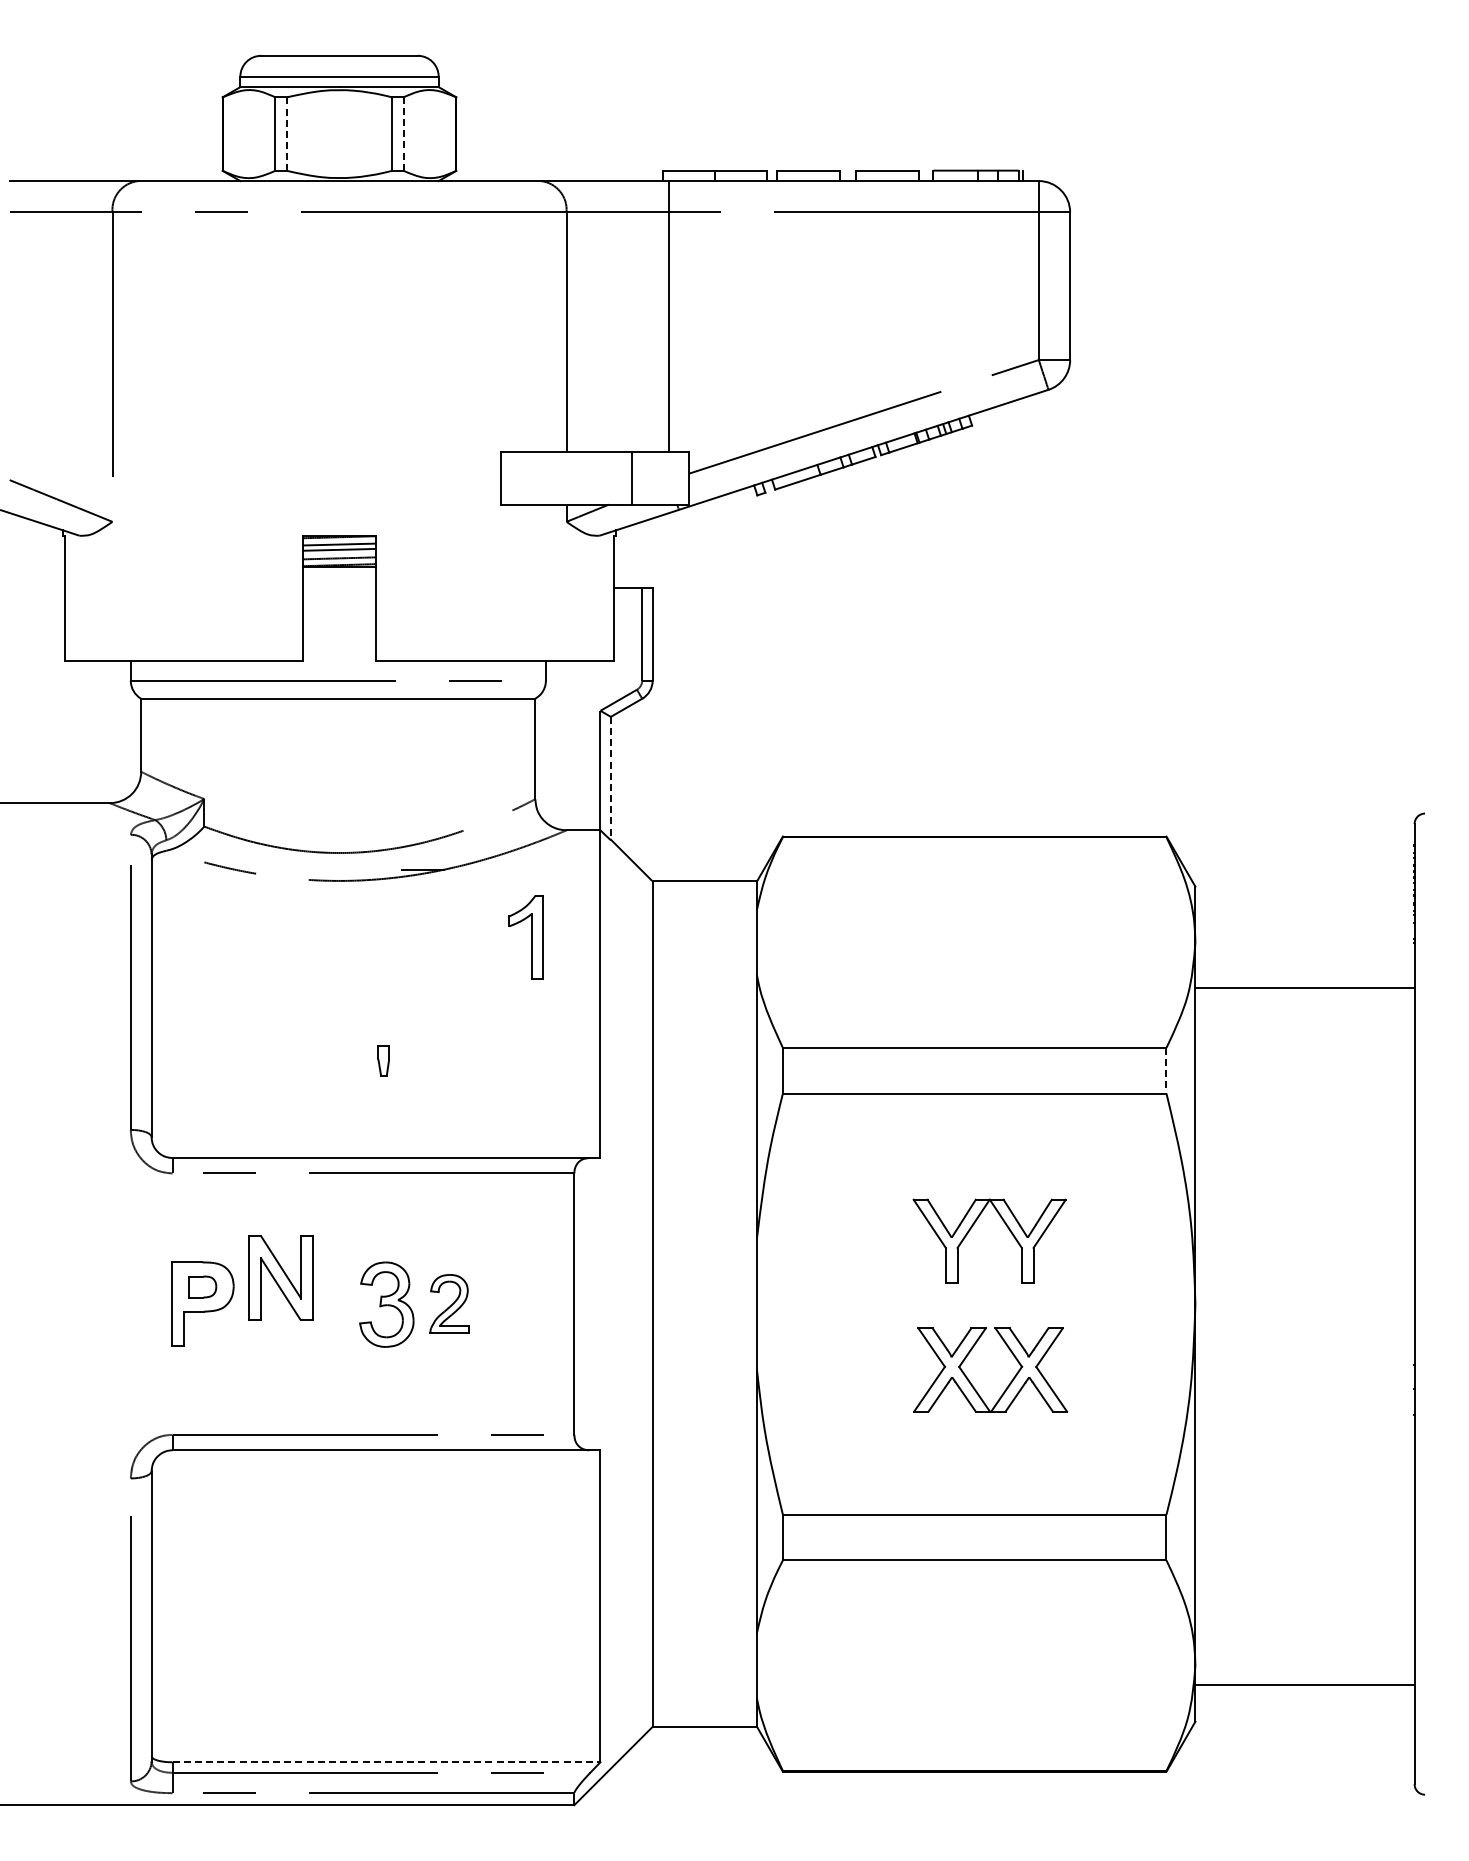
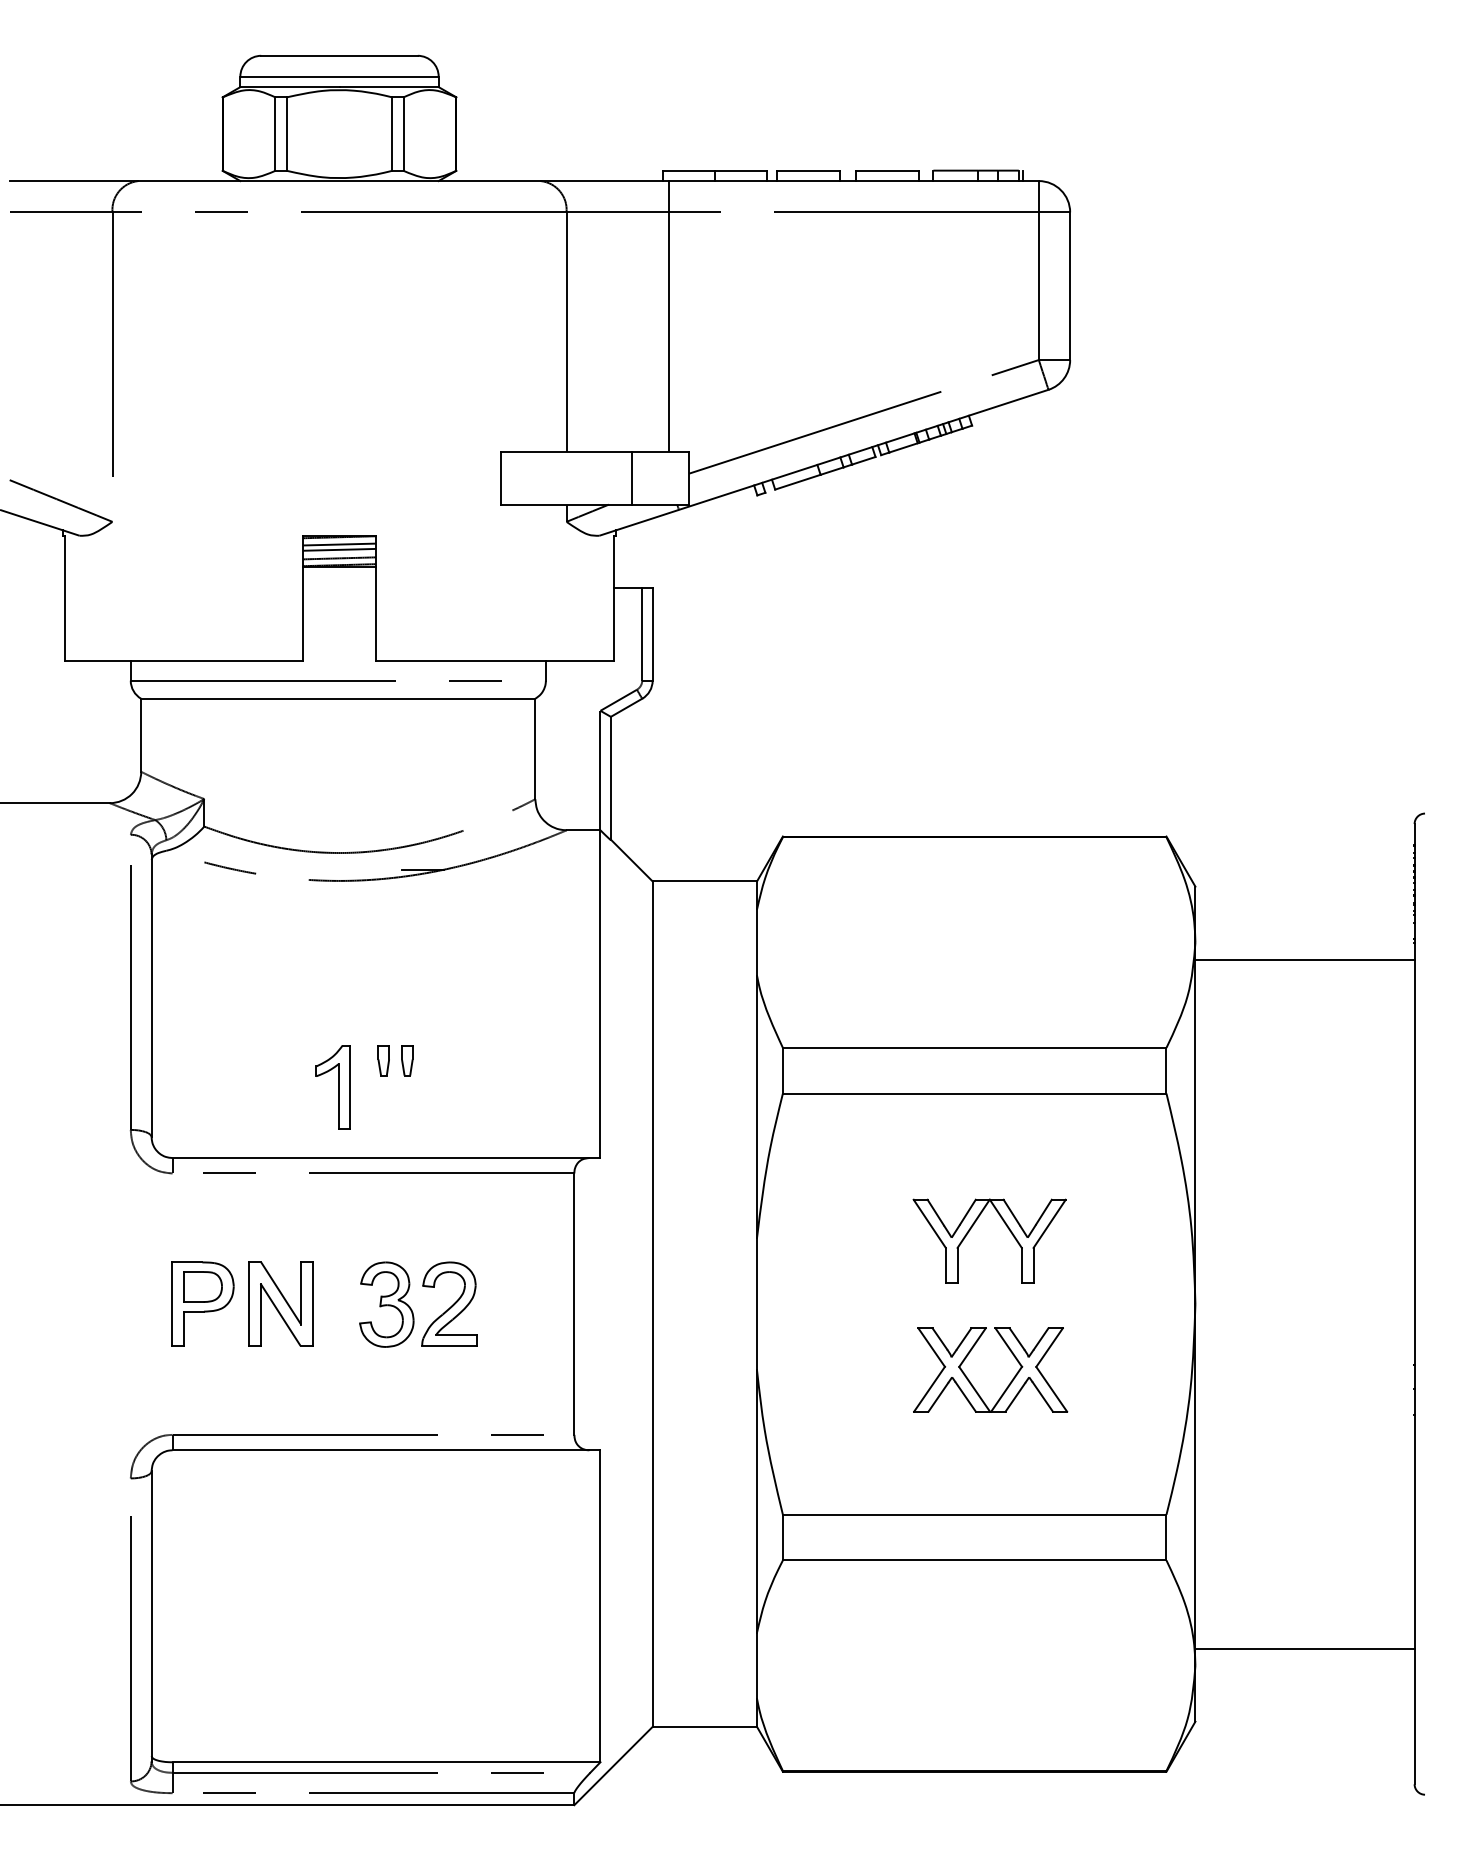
line at (286, 134): dashed -> solid
line at (403, 134): dashed -> solid
line at (610, 778): dashed -> solid
part at (525, 937) position: (525, 937) -> (332, 1087)
line at (1304, 987) position: (1304, 987) -> (1304, 959)
part at (407, 1060): none -> present
line at (1166, 1070): dashed -> solid
part at (280, 1277) position: (280, 1277) -> (280, 1303)
part at (202, 1286) size: 30x24 px -> 40x32 px
part at (449, 1303) size: 41x60 px -> 57x86 px
line at (1304, 1684) position: (1304, 1684) -> (1304, 1648)
line at (386, 1762): dashed -> solid
